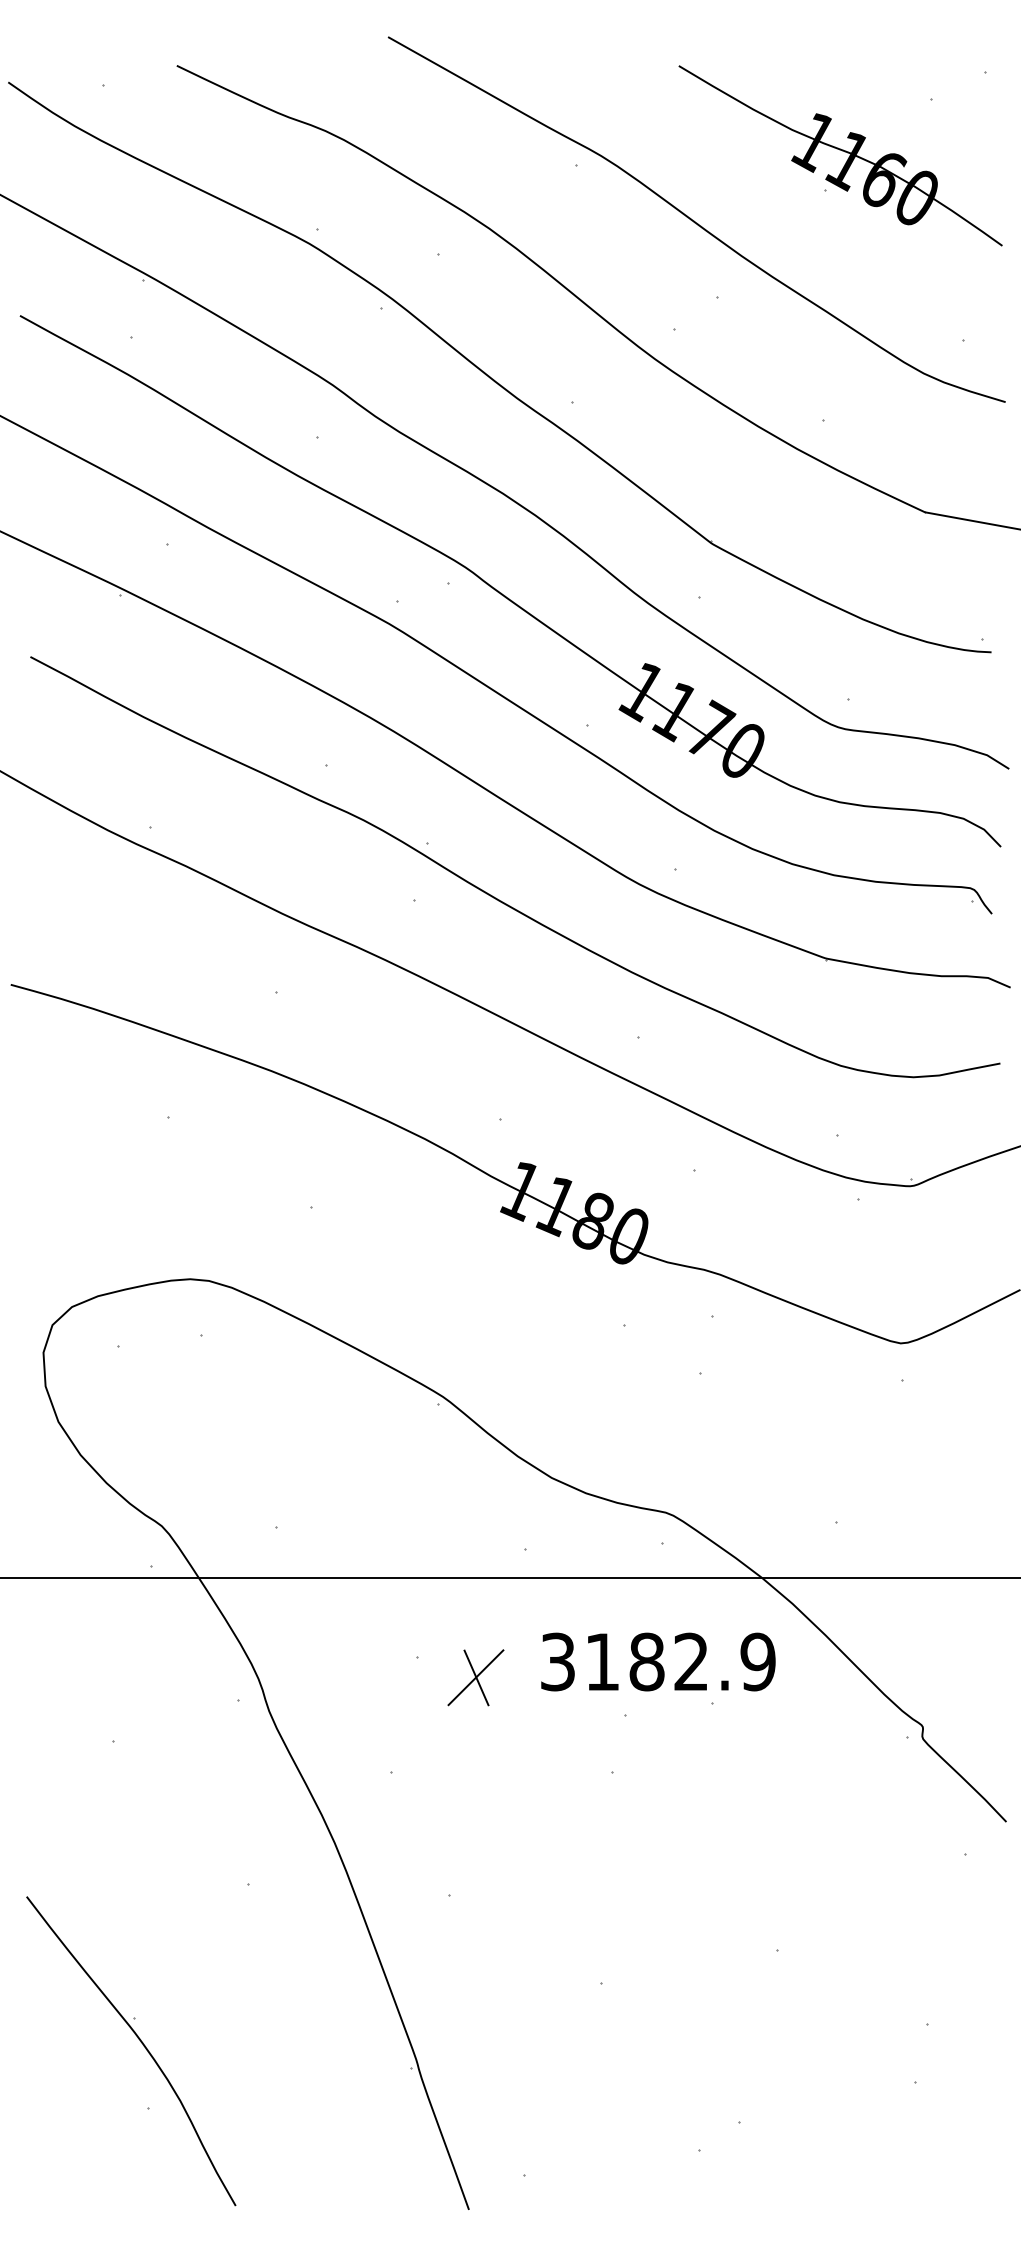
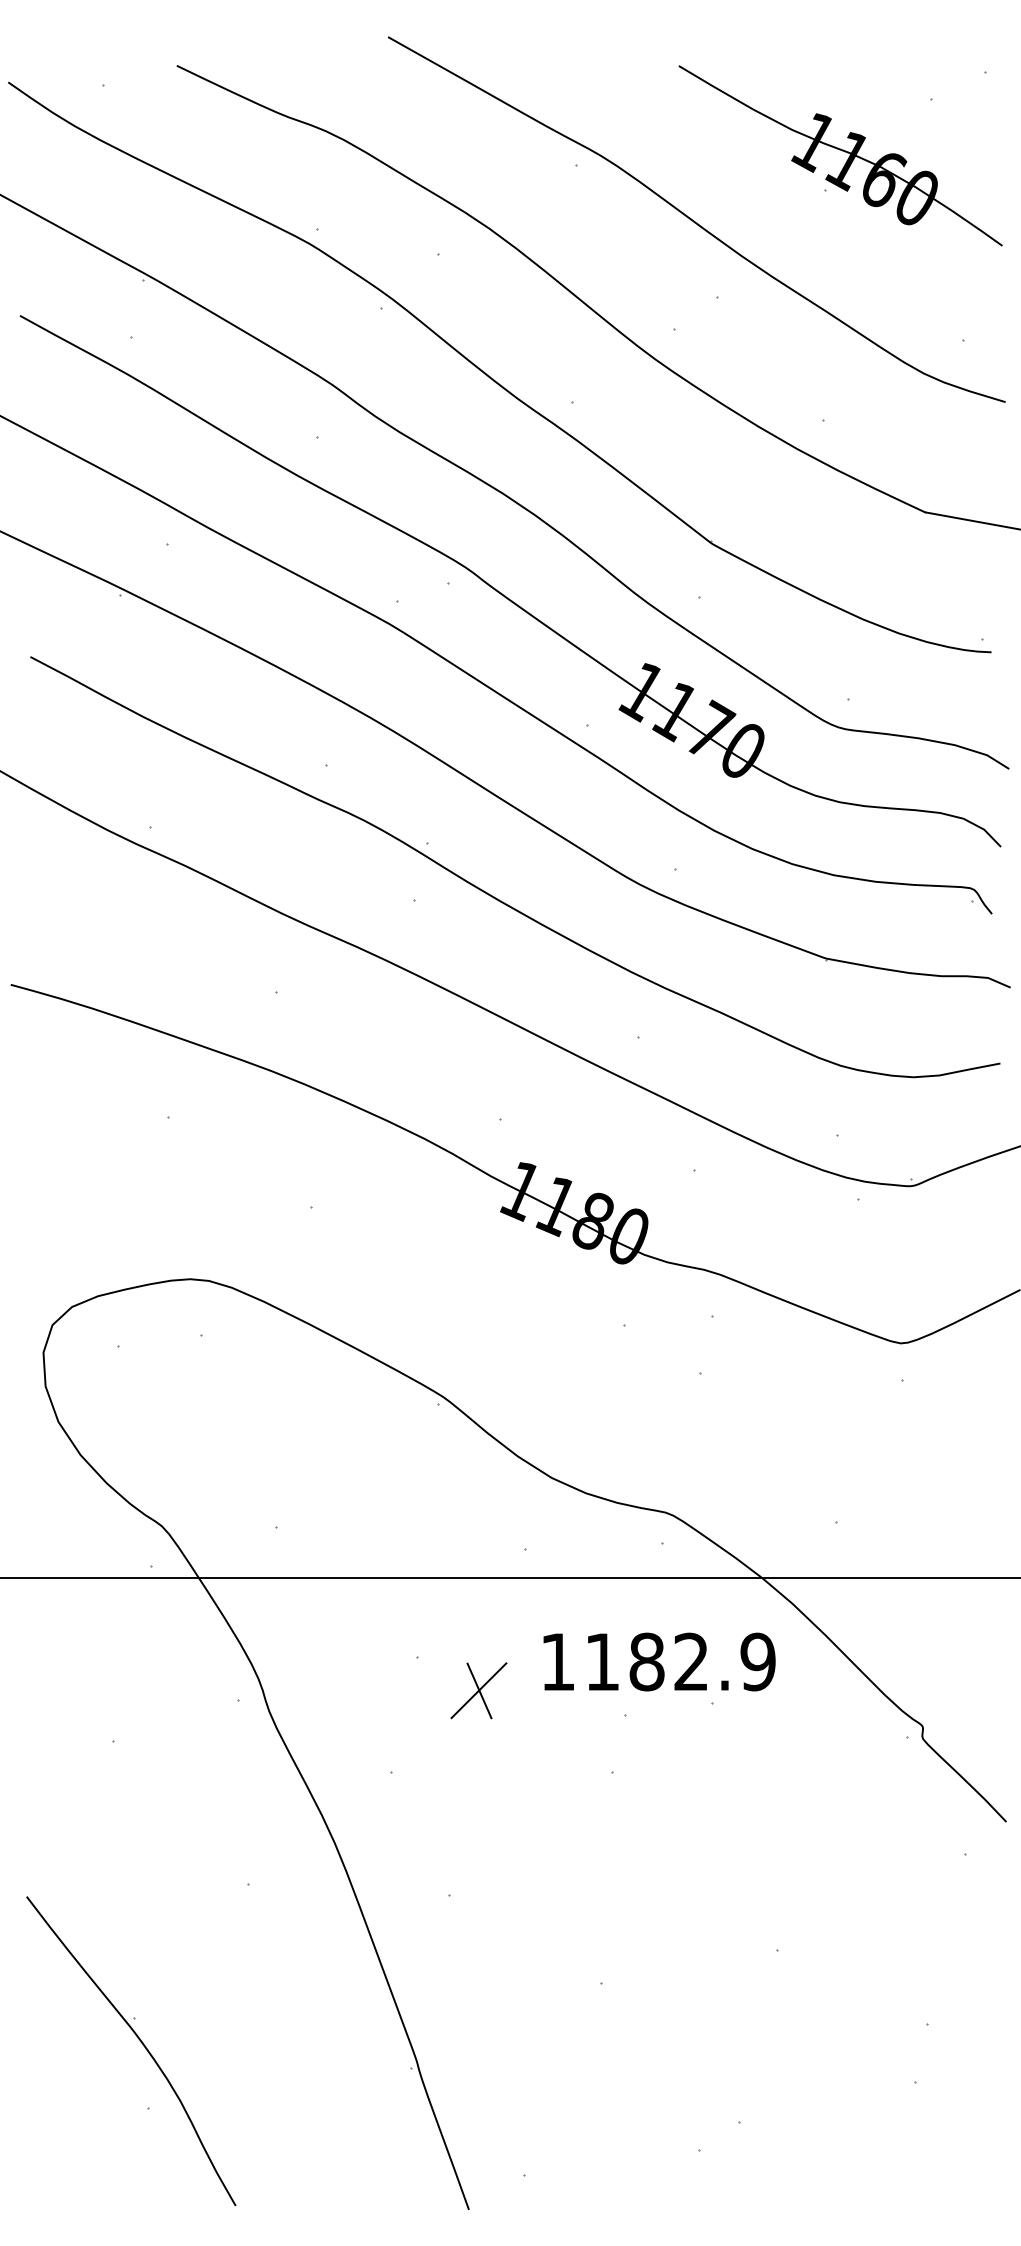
text at (557, 1661): 3182.9 -> 1182.9
part at (475, 1677) position: (475, 1677) -> (478, 1690)
